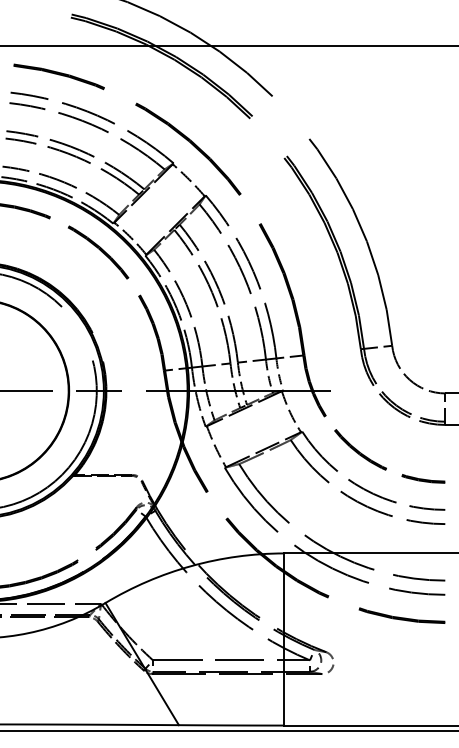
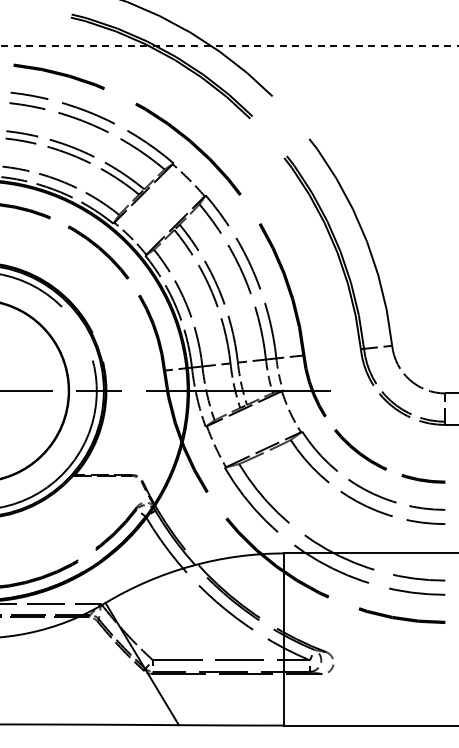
line at (229, 45): solid -> dashed
line at (228, 730): present -> none
